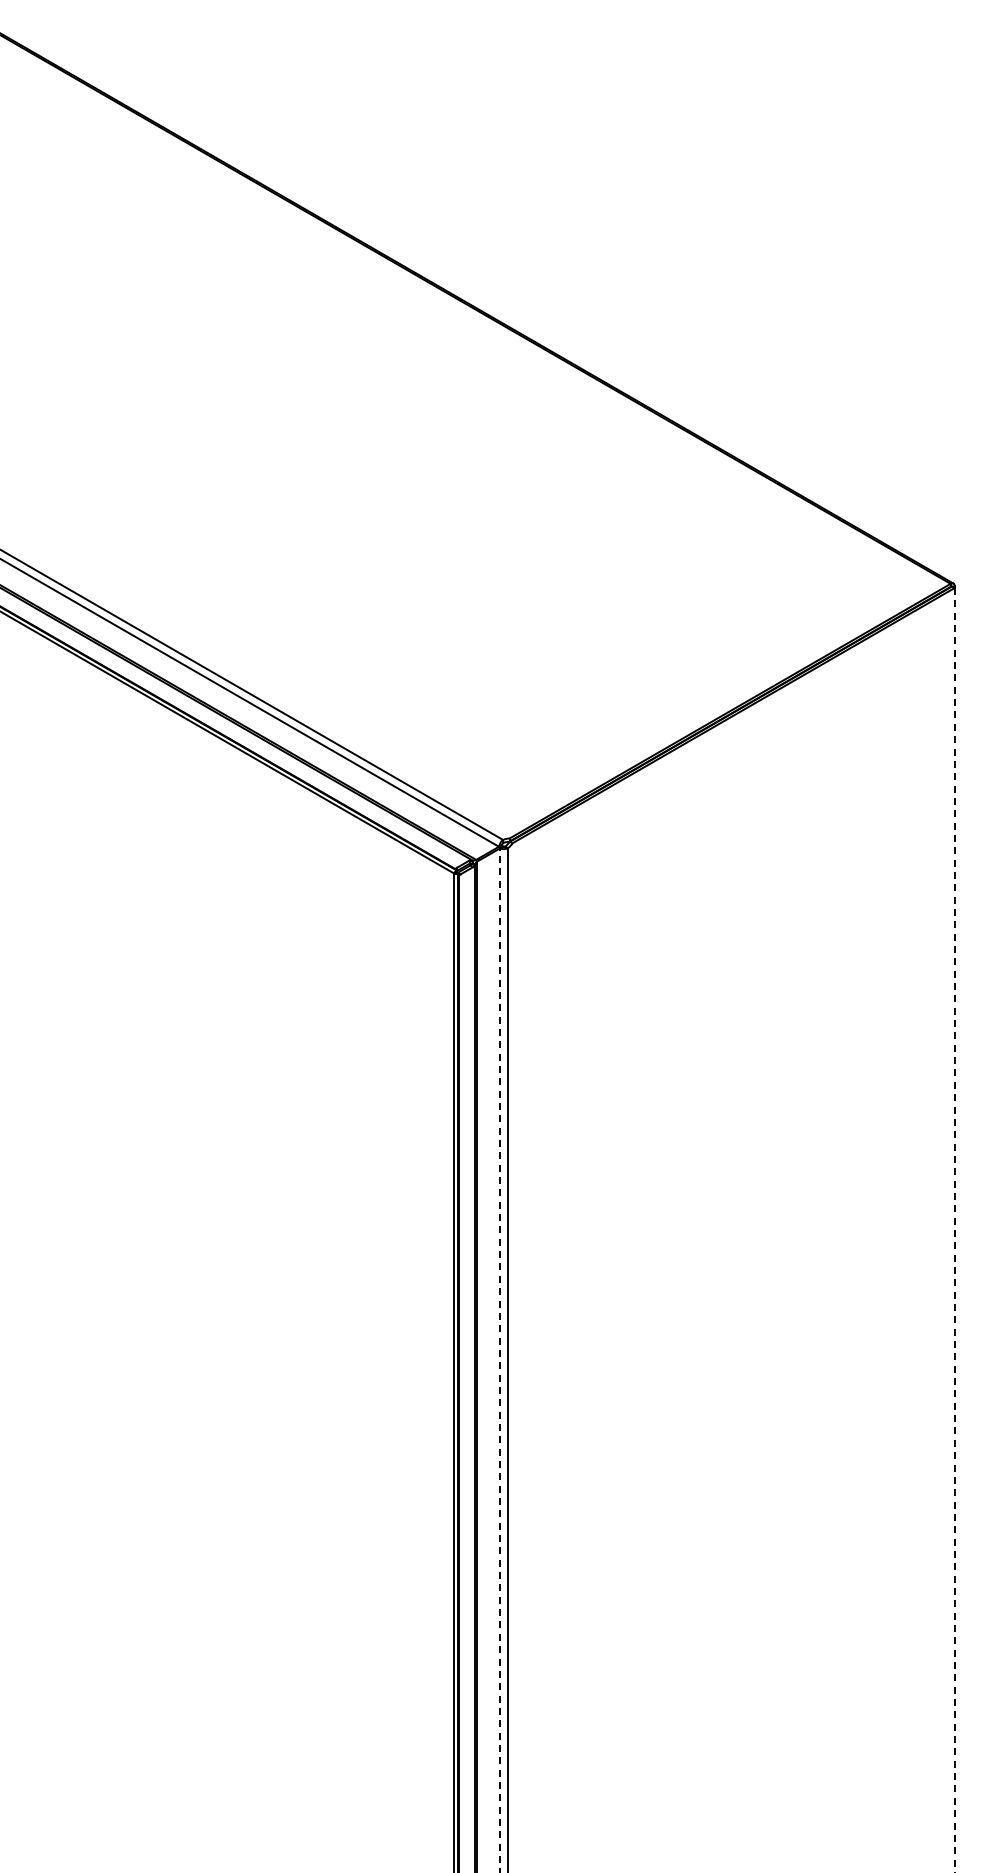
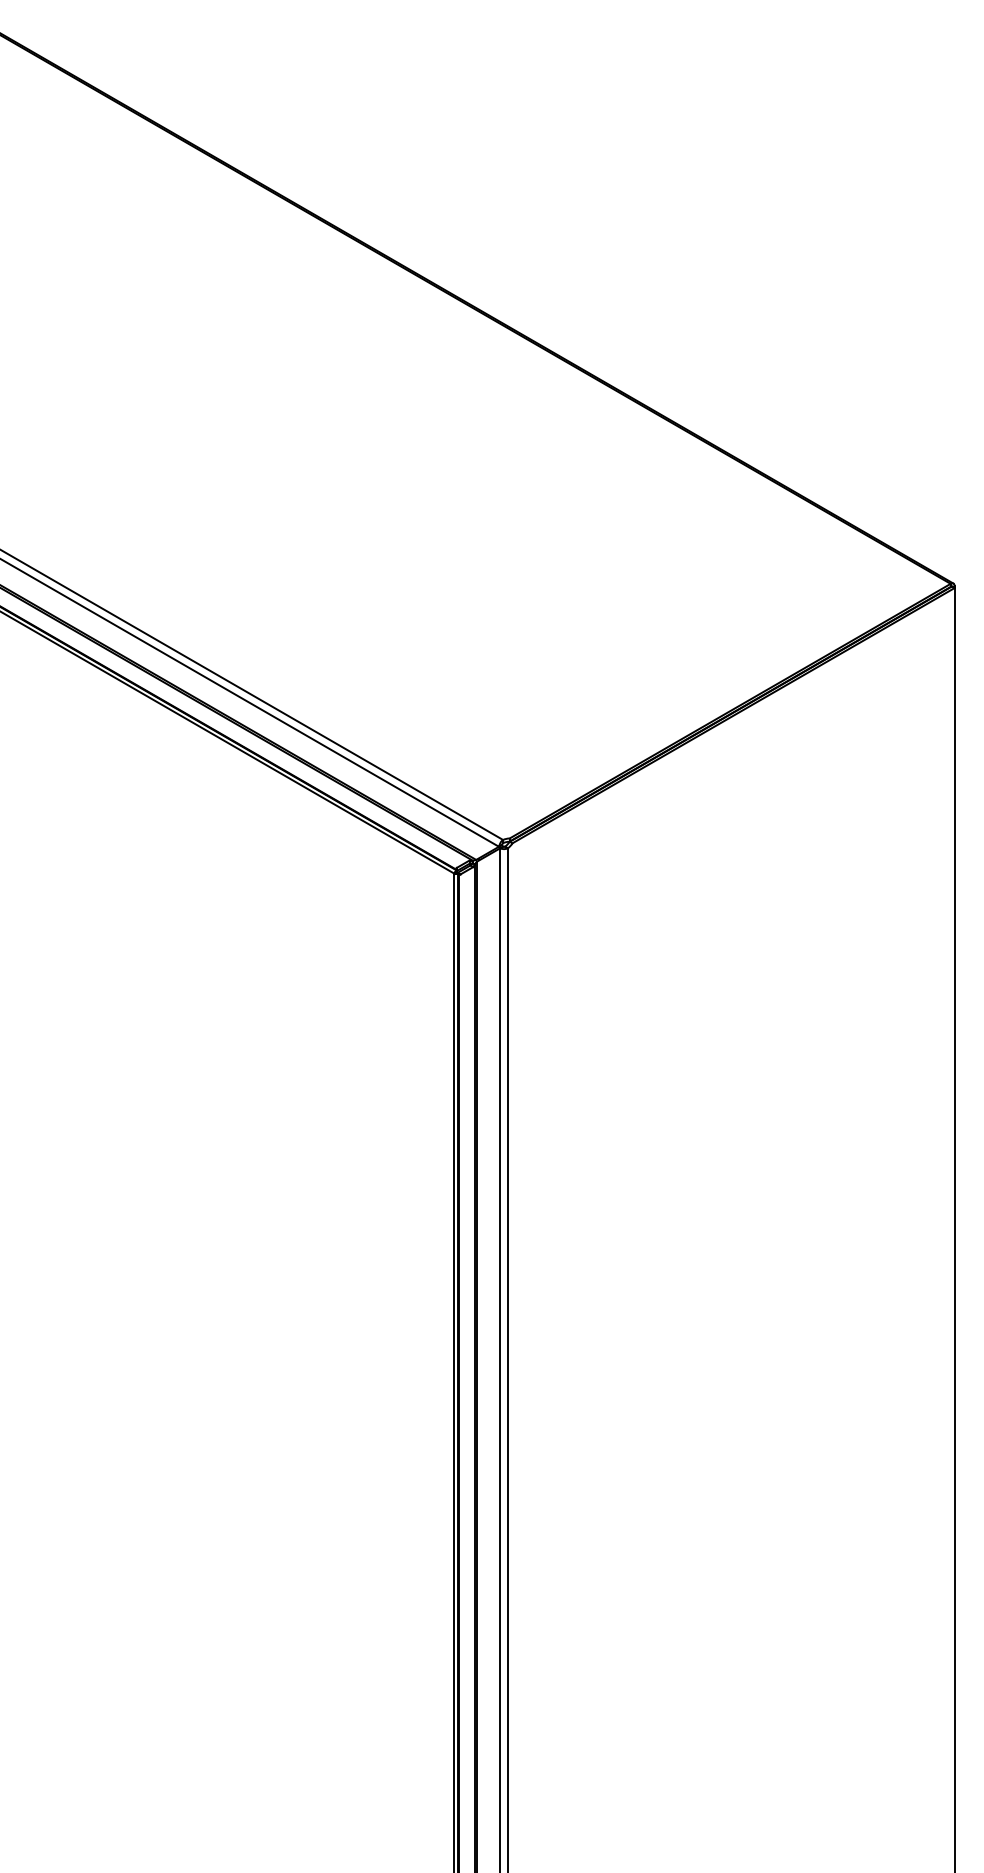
line at (954, 1230): dashed -> solid
line at (499, 1360): dashed -> solid
